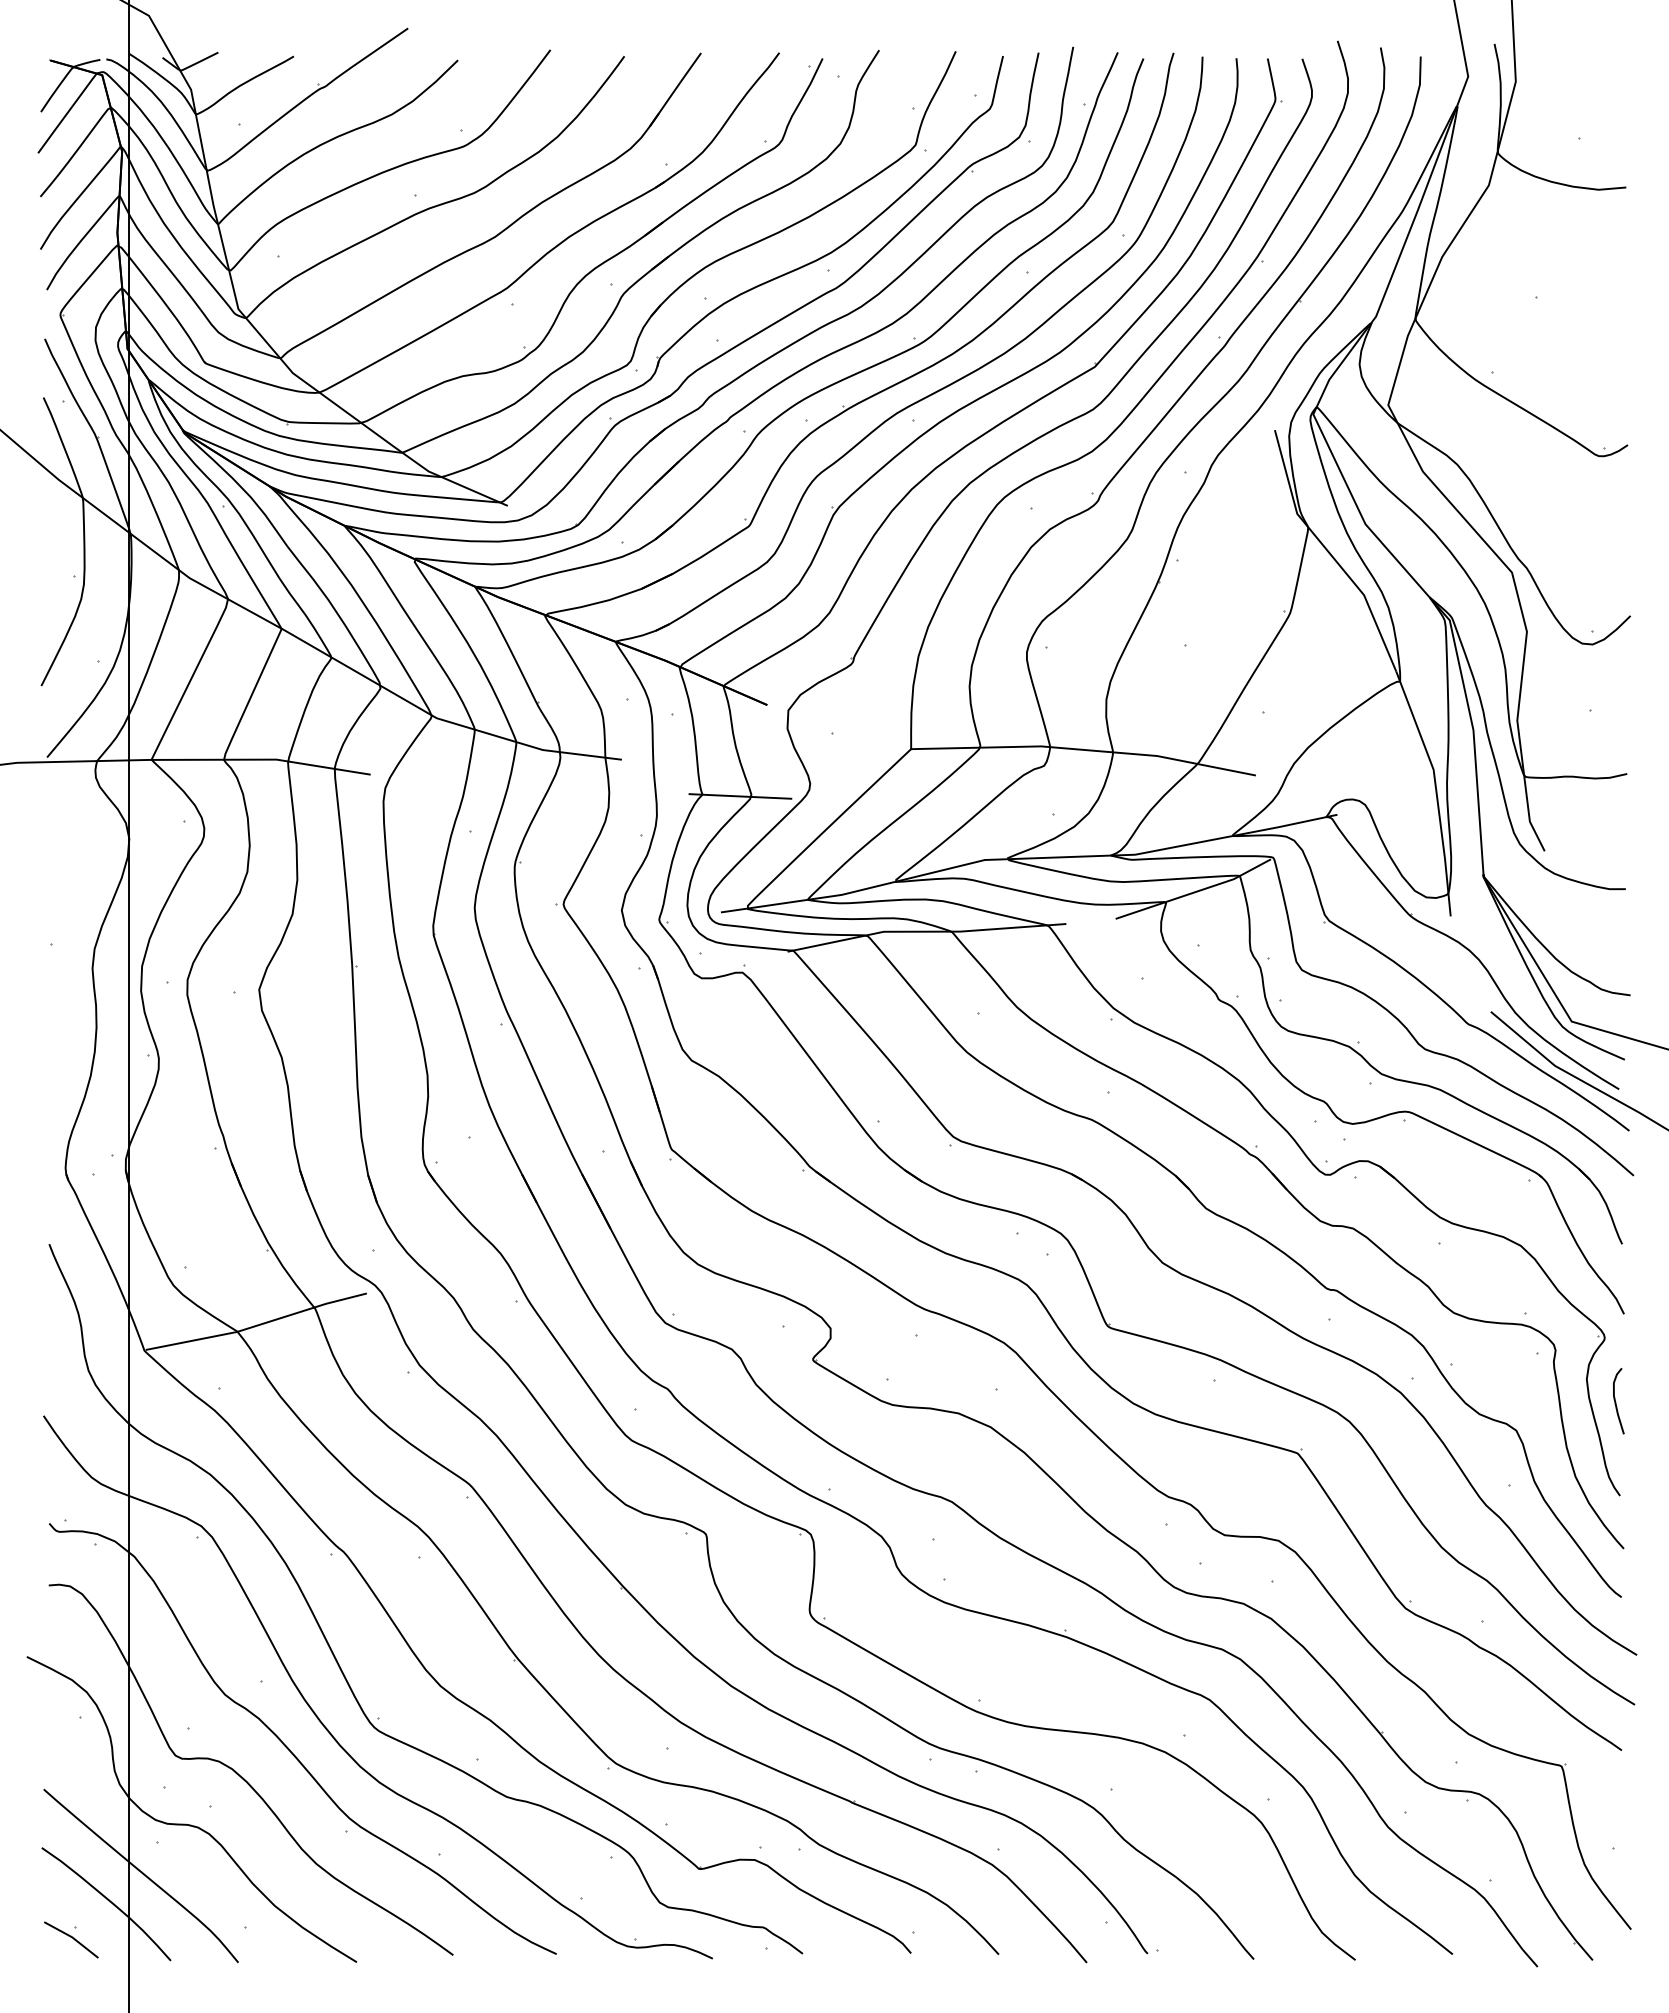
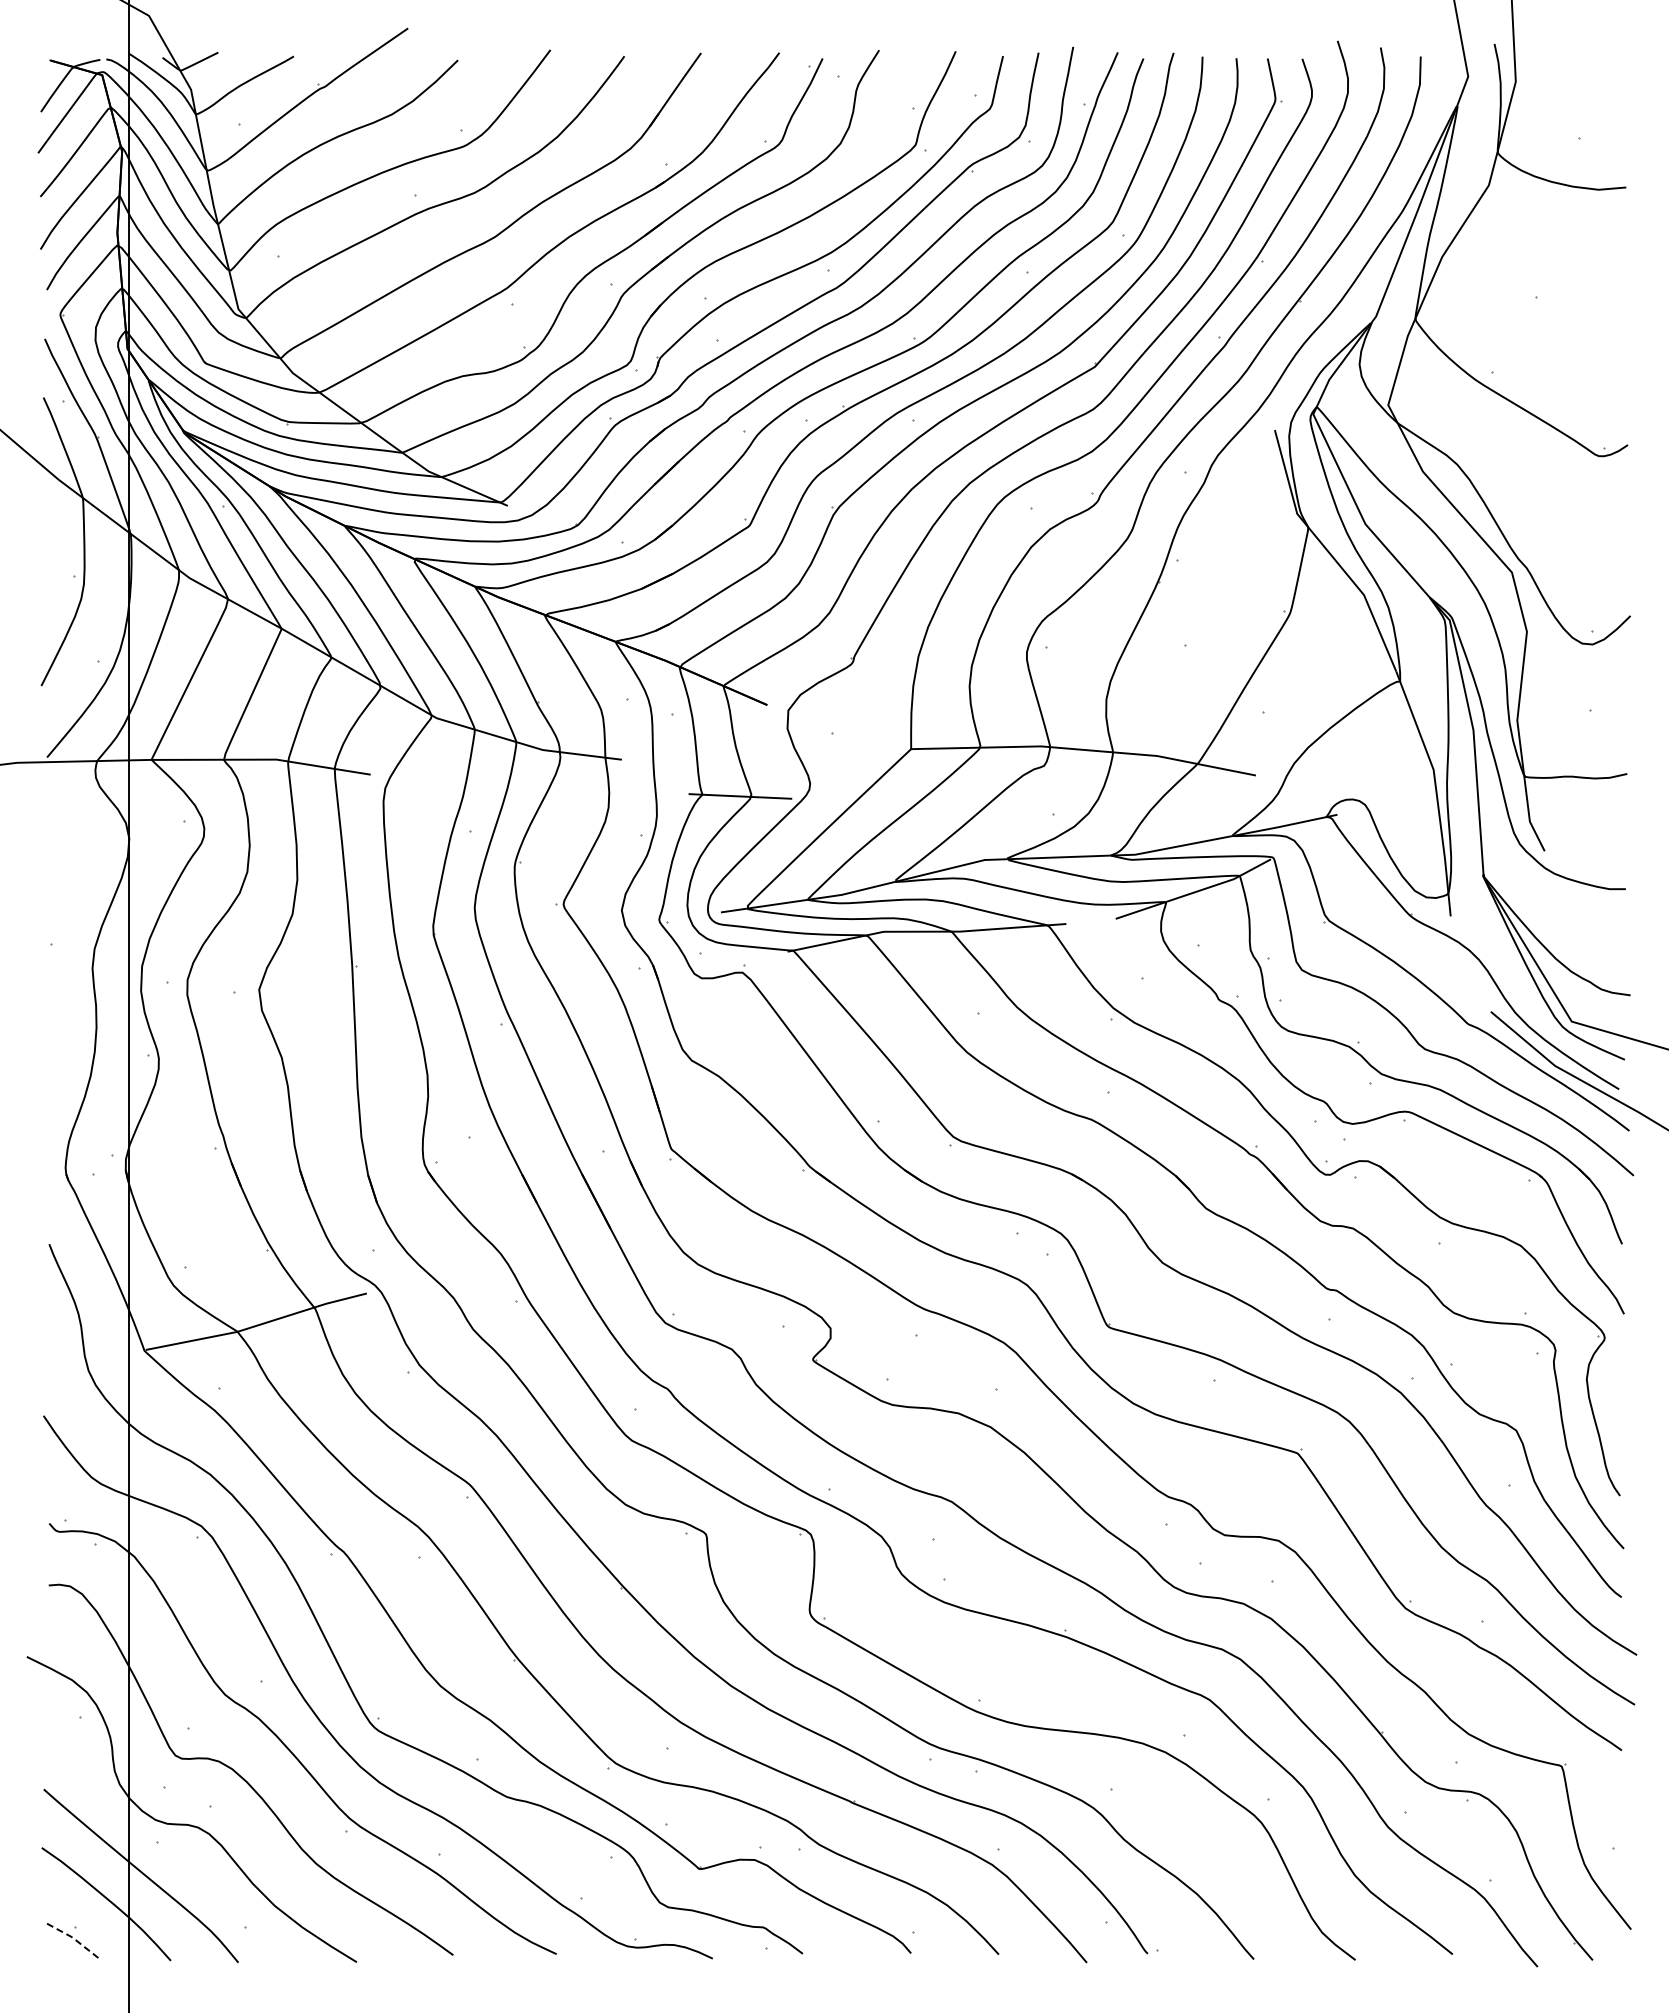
curve at (1616, 1402): present -> none
line at (72, 1937): solid -> dashed
